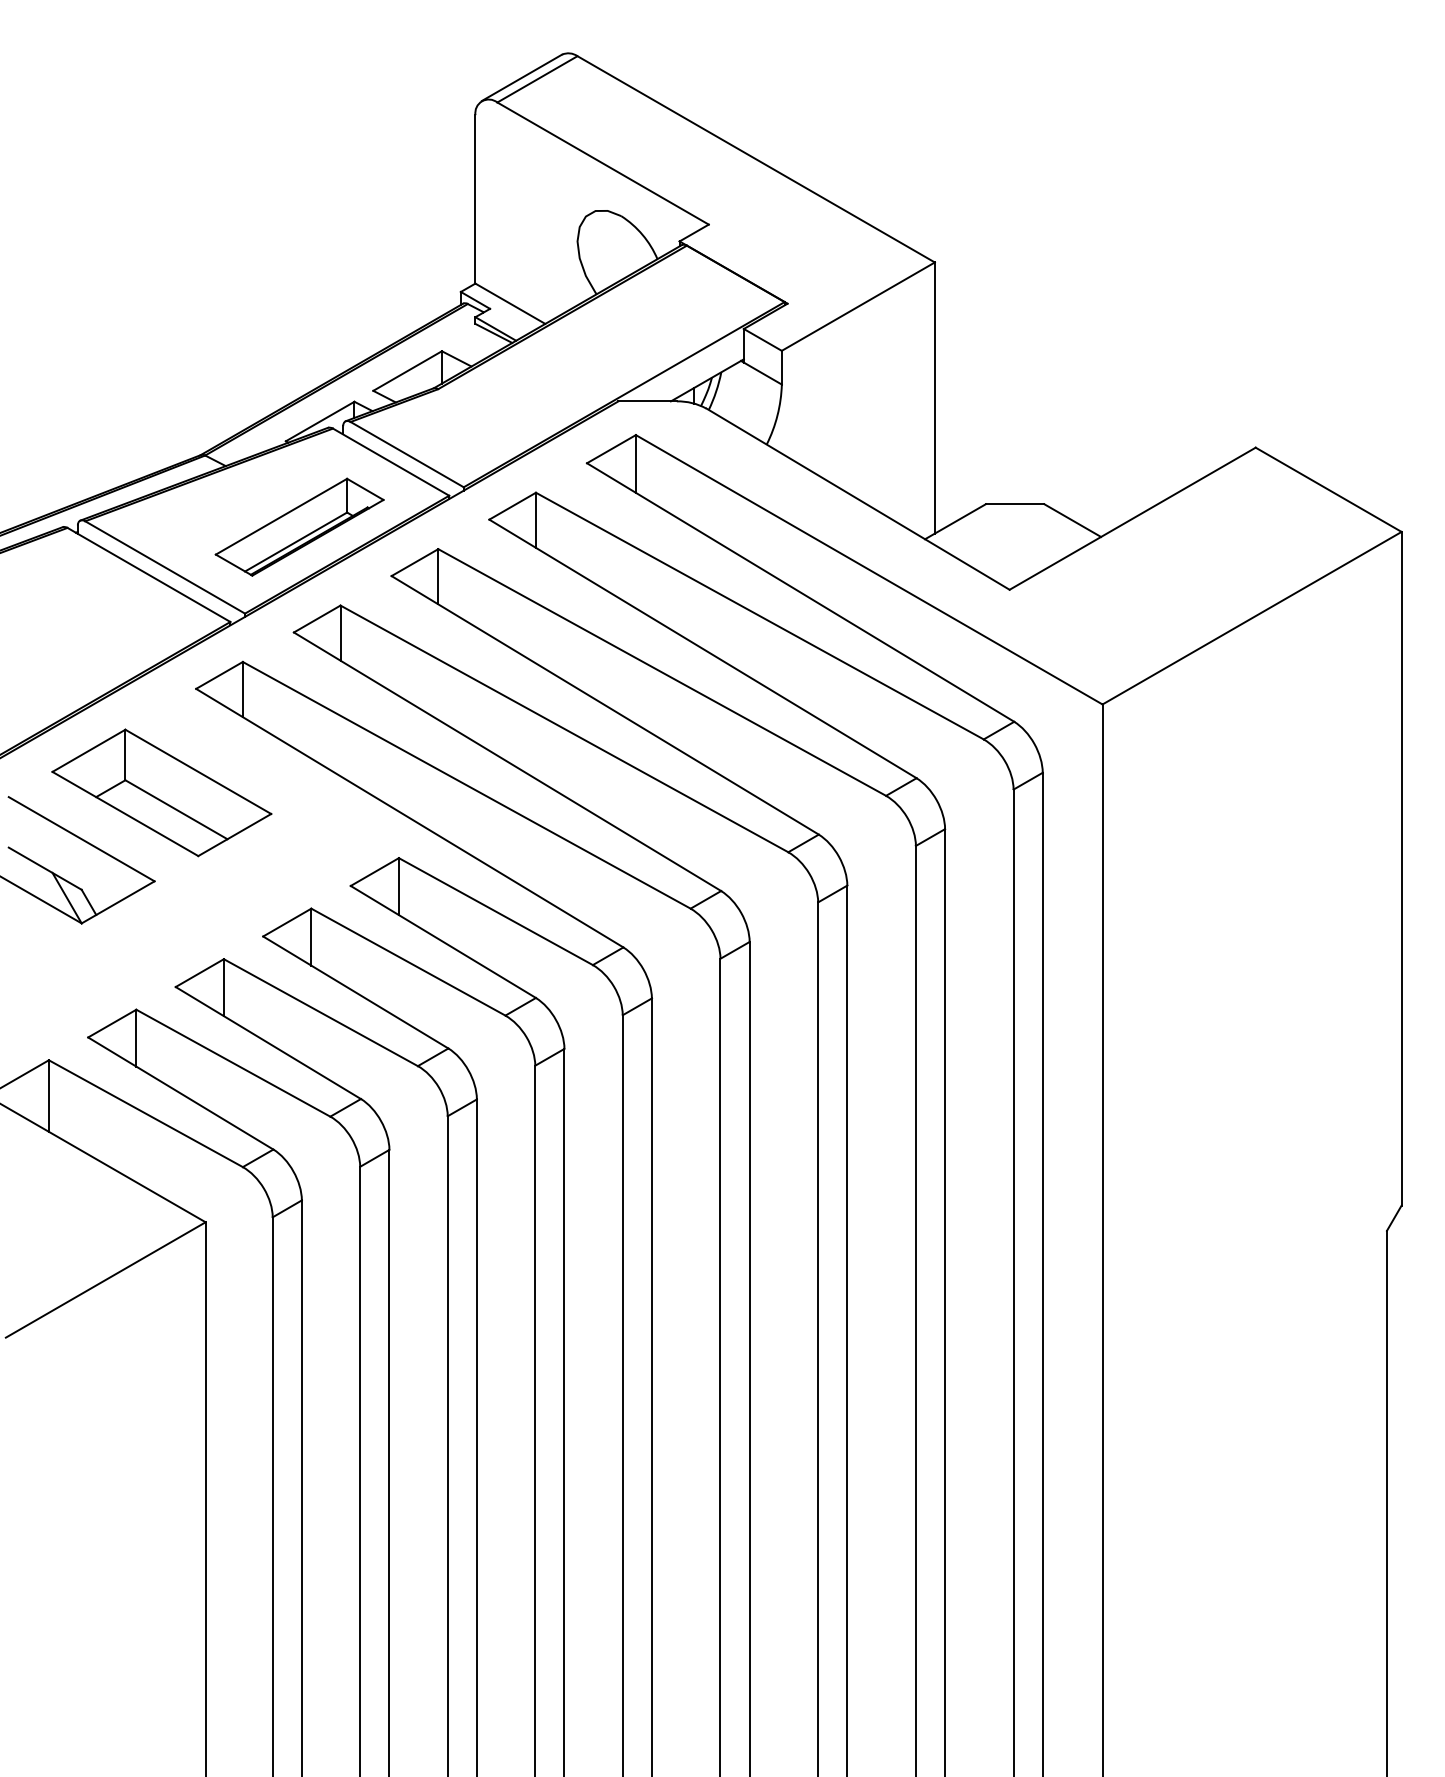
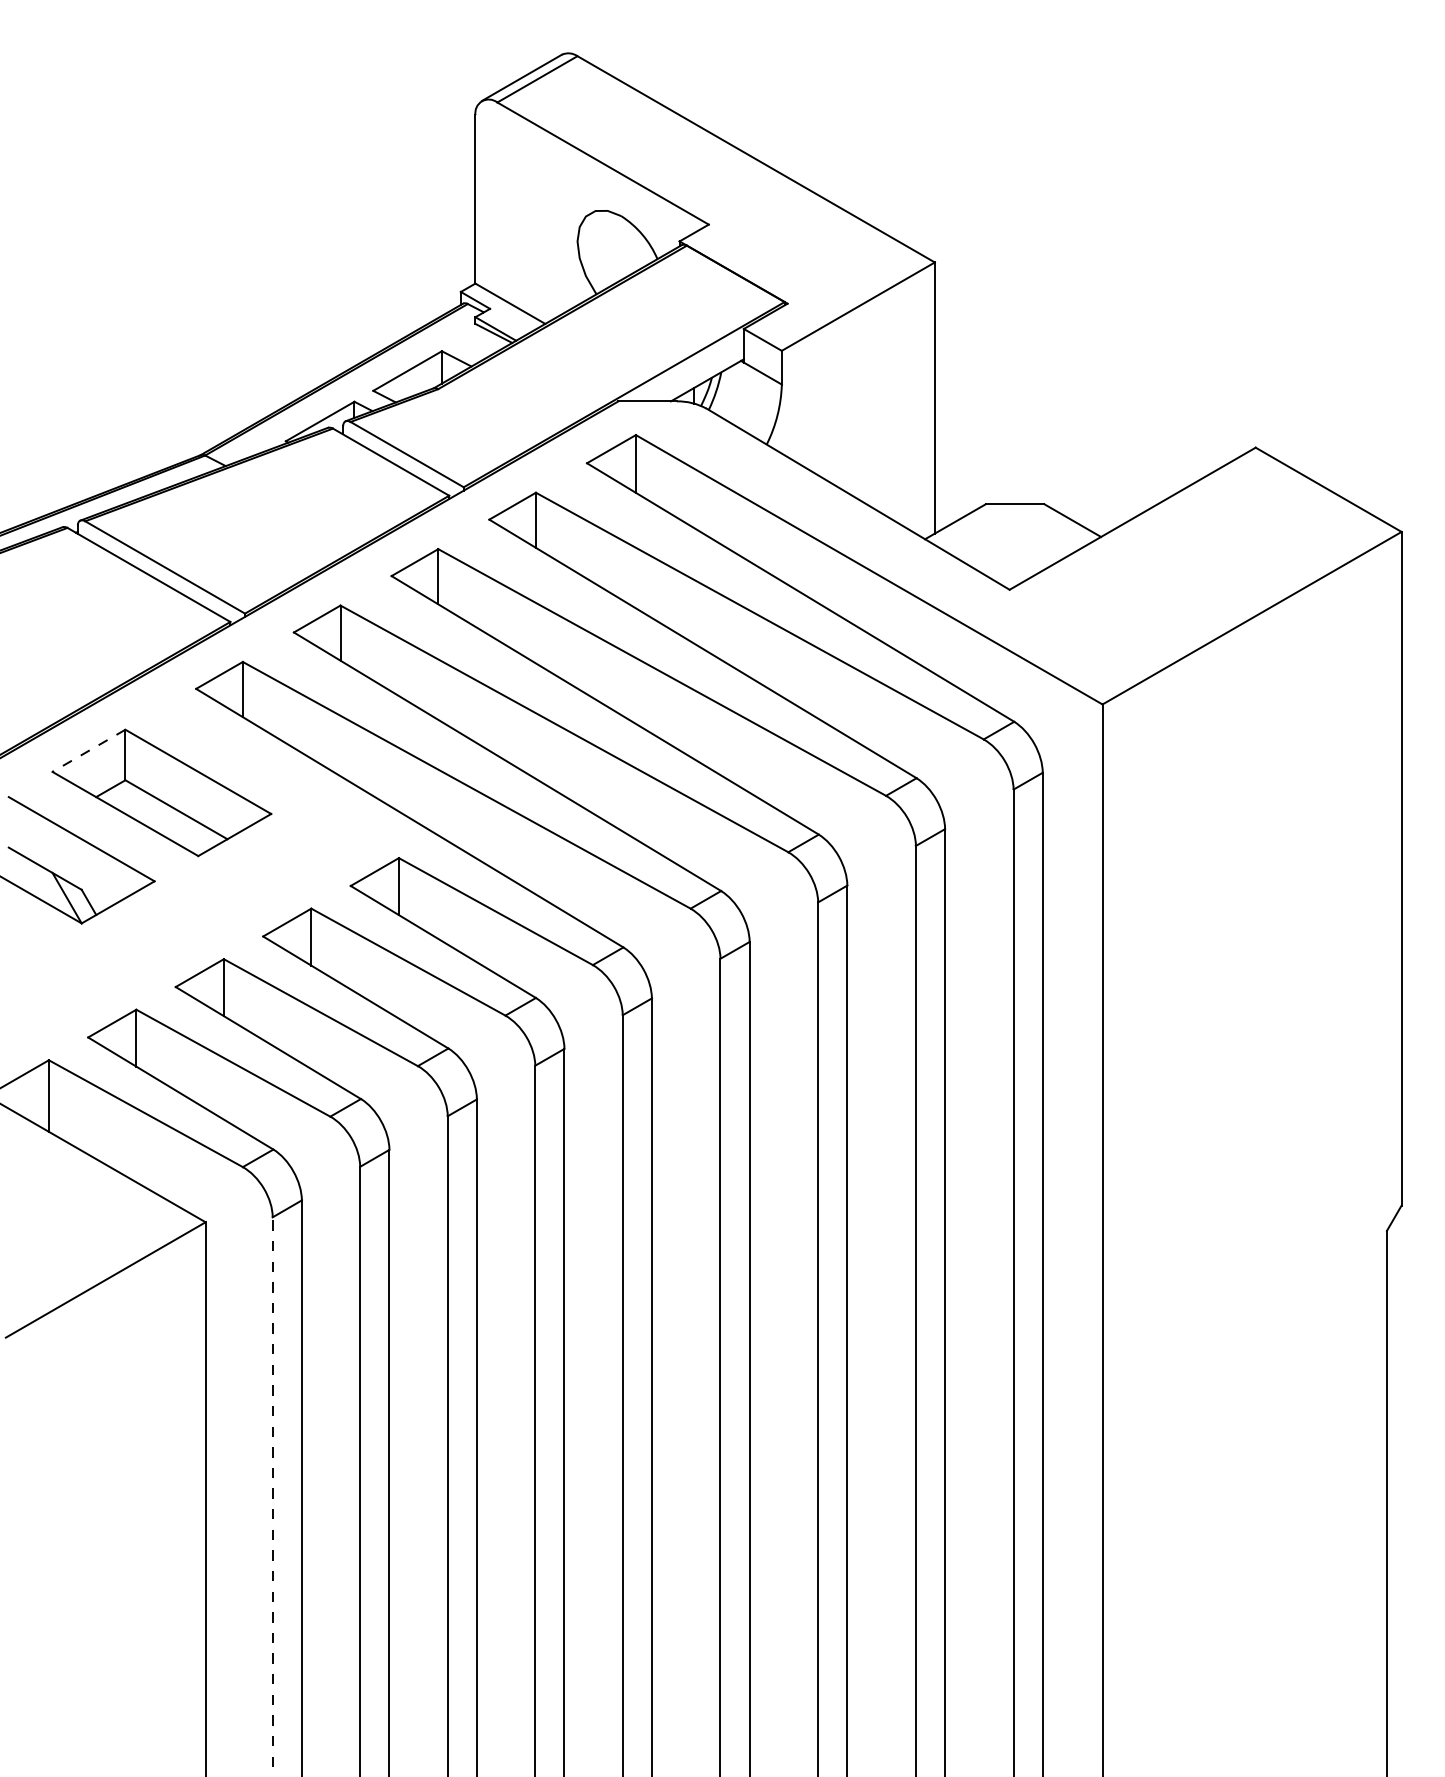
part at (299, 526): present -> none
line at (88, 751): solid -> dashed
line at (272, 1496): solid -> dashed
